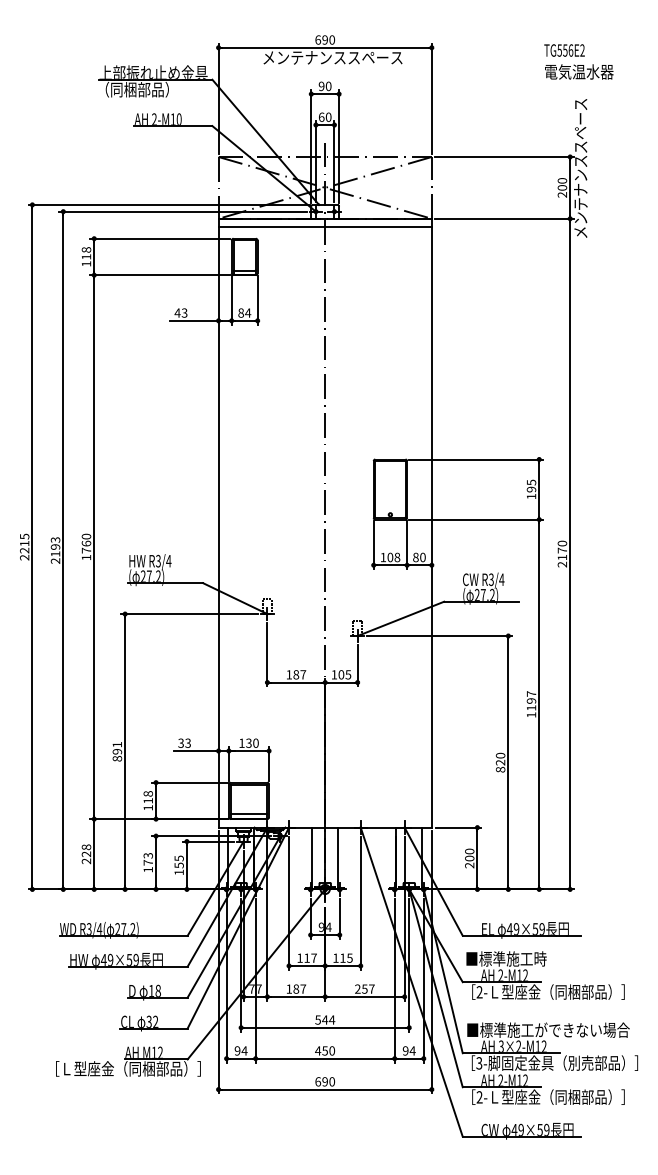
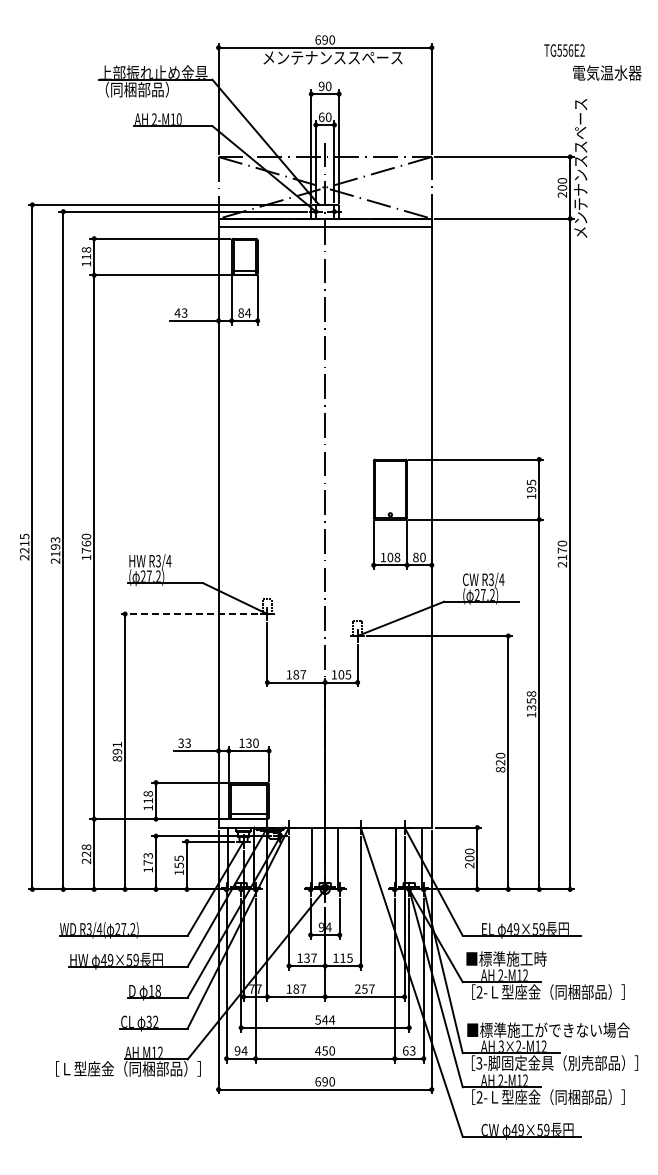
text at (579, 71) position: (579, 71) -> (607, 72)
line at (189, 614): solid -> dashed
text at (531, 700): 1197 -> 1358
text at (306, 957): 117 -> 137
text at (408, 1050): 94 -> 63
